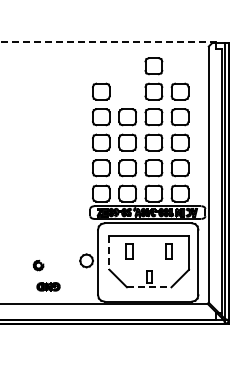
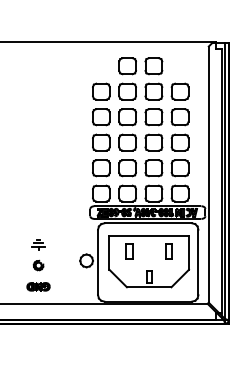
line at (108, 42): dashed -> solid
part at (127, 78): none -> present
part at (38, 244): none -> present
line at (109, 253): dashed -> solid
part at (48, 286) position: (48, 286) -> (38, 286)
line at (149, 287): dashed -> solid
